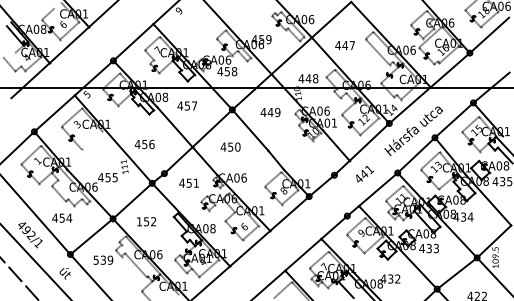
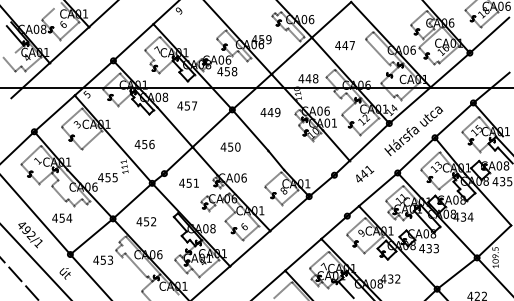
line at (91, 139): none -> present
text at (139, 221): 152 -> 452
text at (103, 259): 539 -> 453
